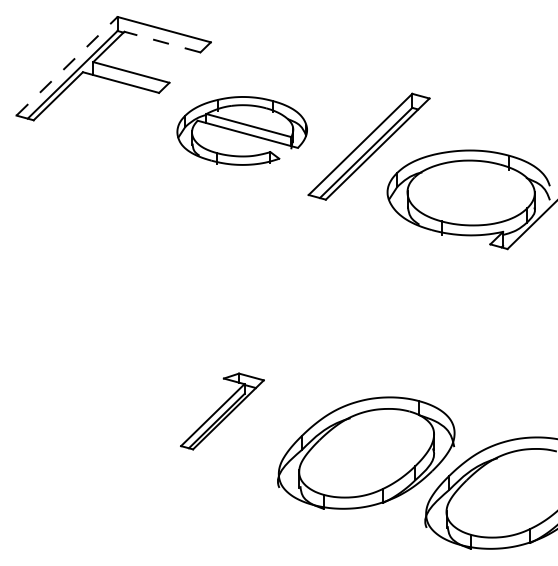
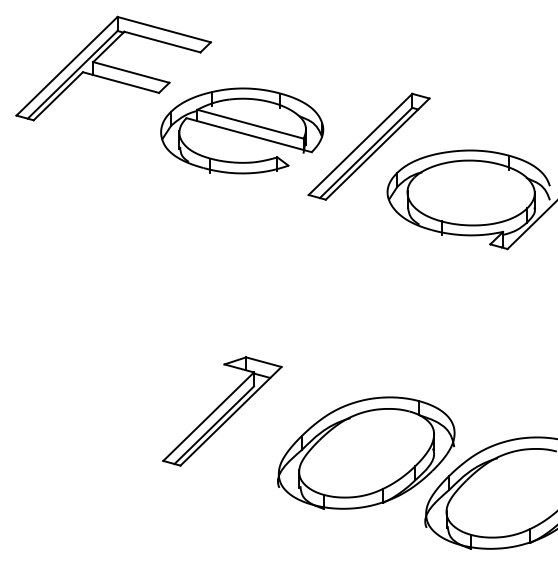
line at (161, 41): dashed -> solid
line at (67, 66): dashed -> solid
part at (241, 130) size: 132x70 px -> 165x88 px
part at (222, 411) size: 85x79 px -> 121x111 px
